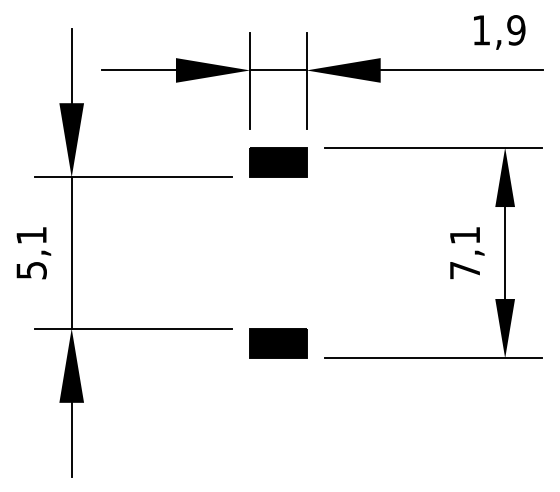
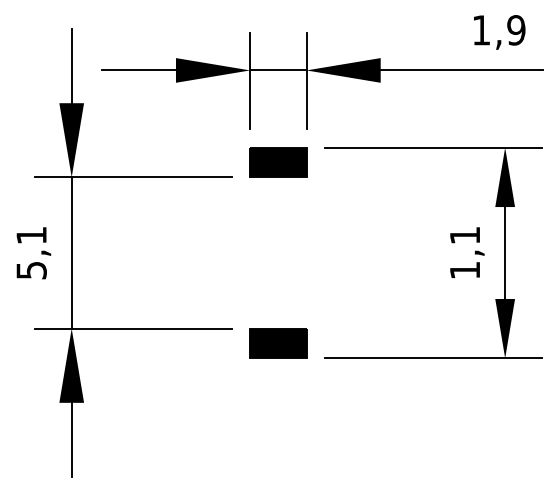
text at (464, 270): 7,1 -> 1,1
